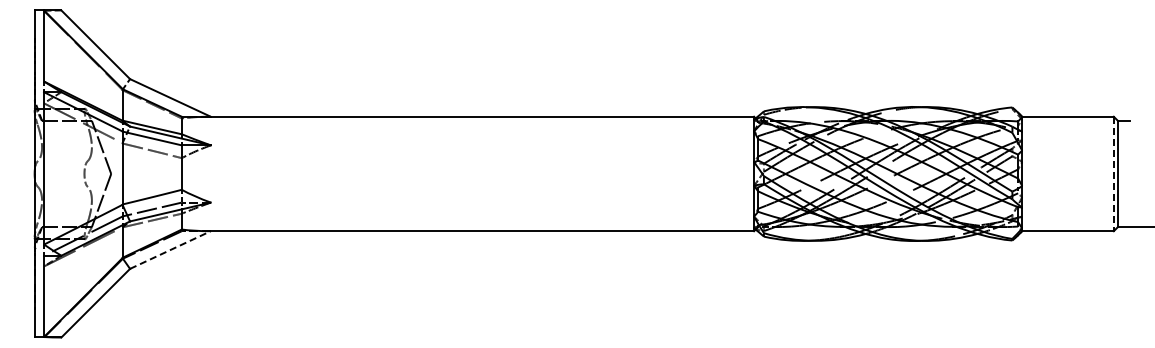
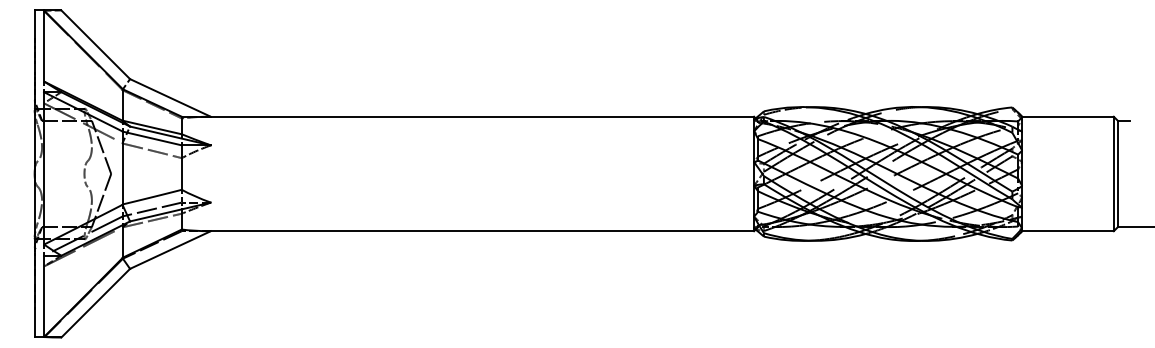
line at (1113, 174): dashed -> solid
line at (170, 250): dashed -> solid
